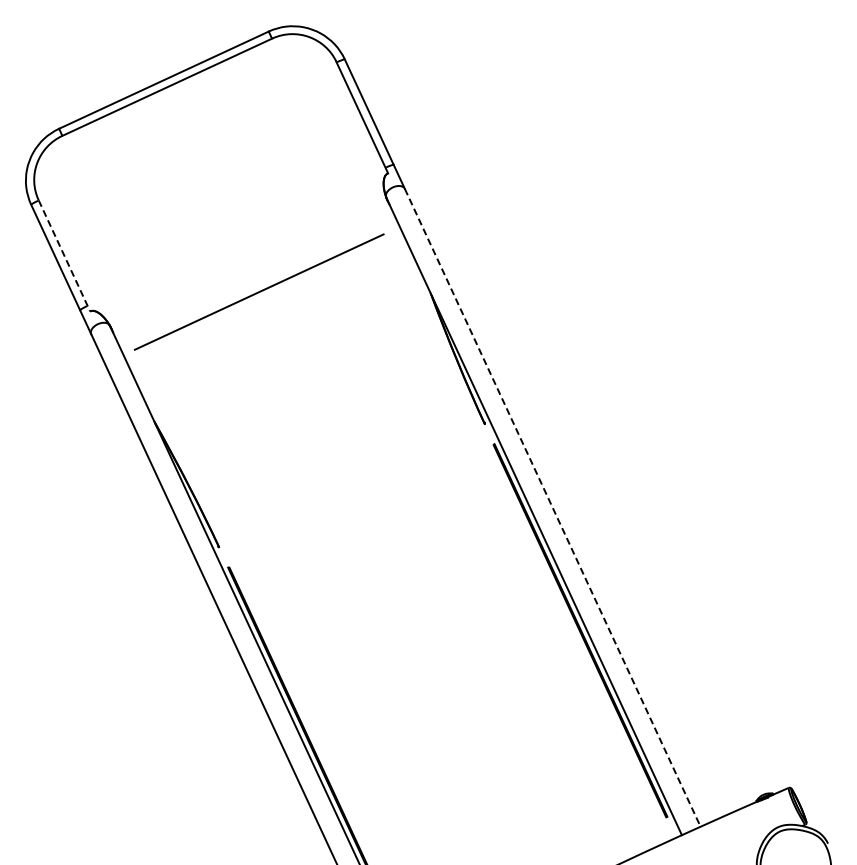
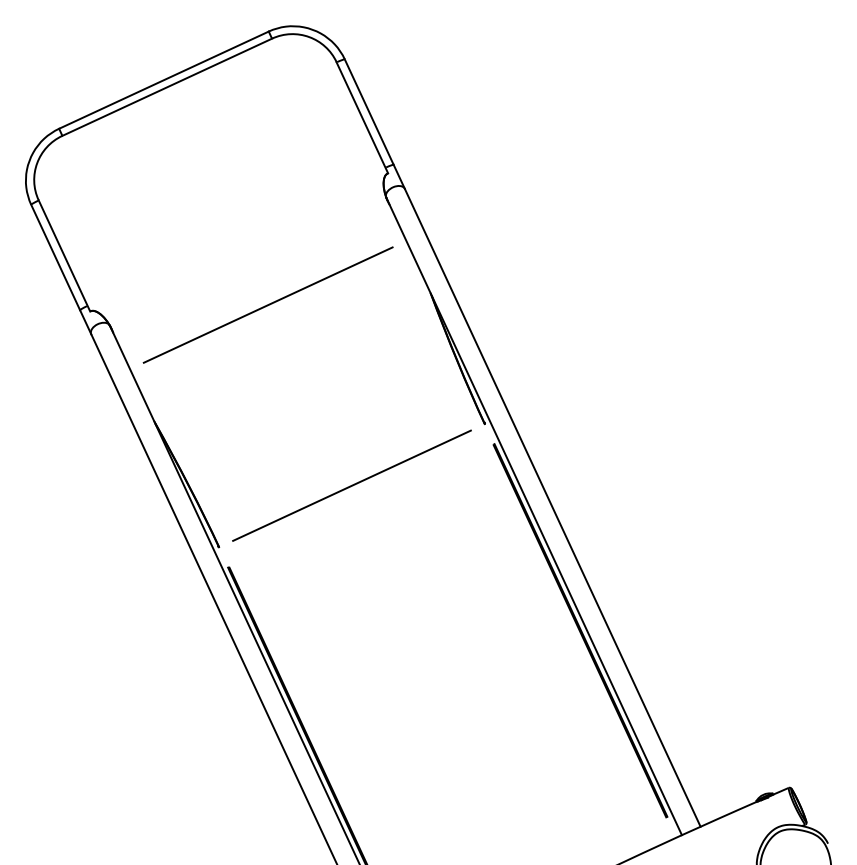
line at (64, 256): dashed -> solid
line at (258, 291) position: (258, 291) -> (267, 304)
line at (351, 485): none -> present
line at (552, 507): dashed -> solid
